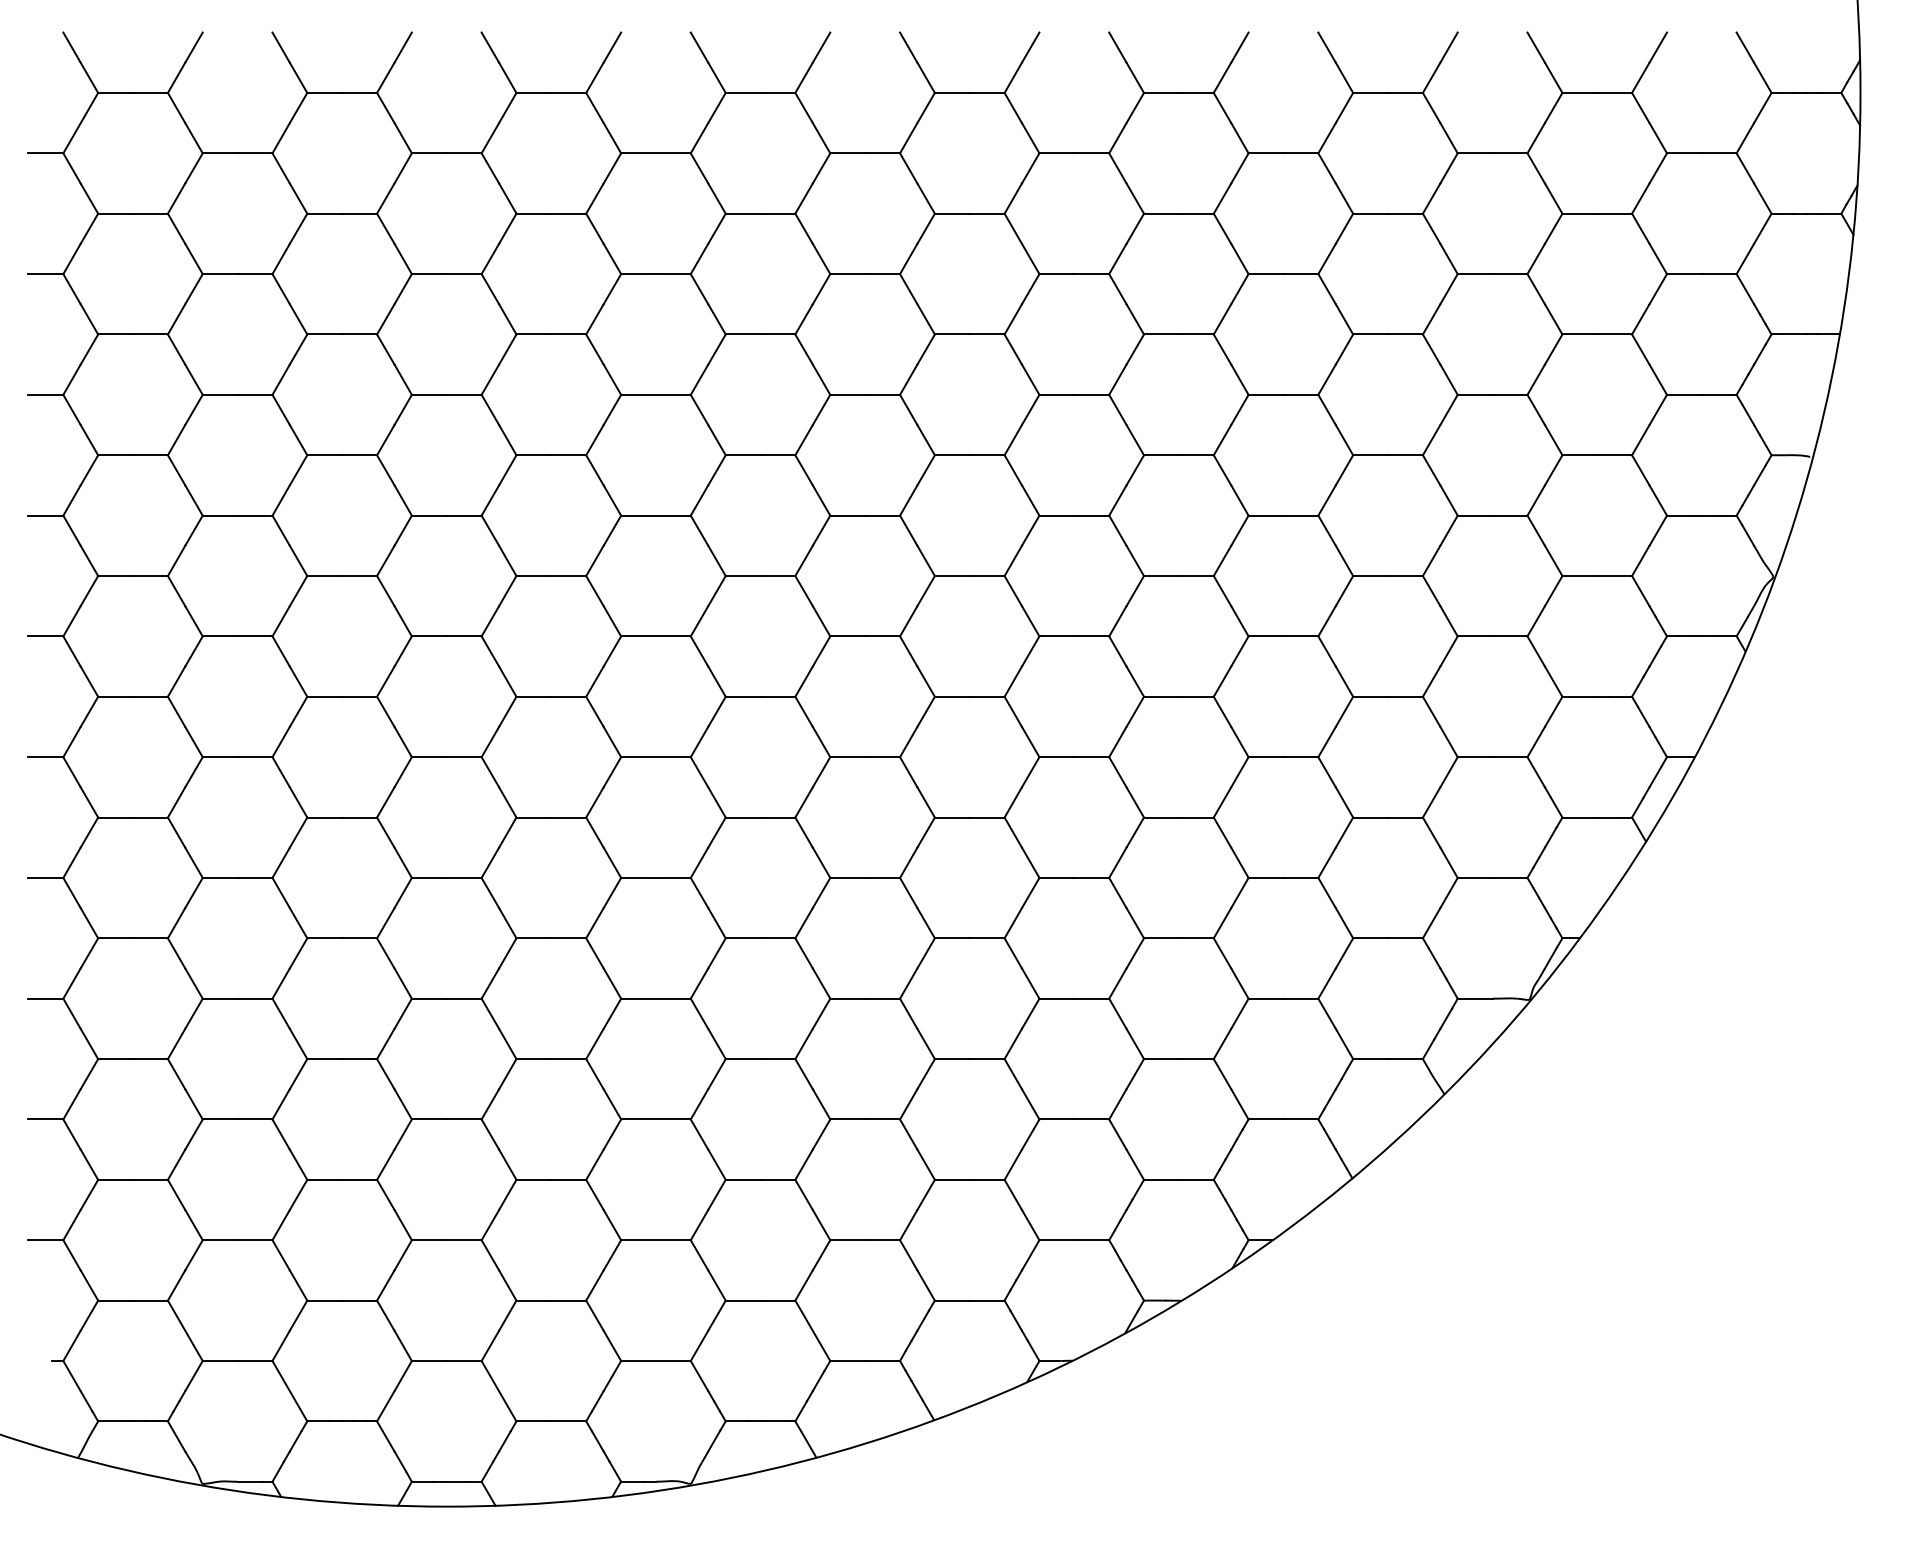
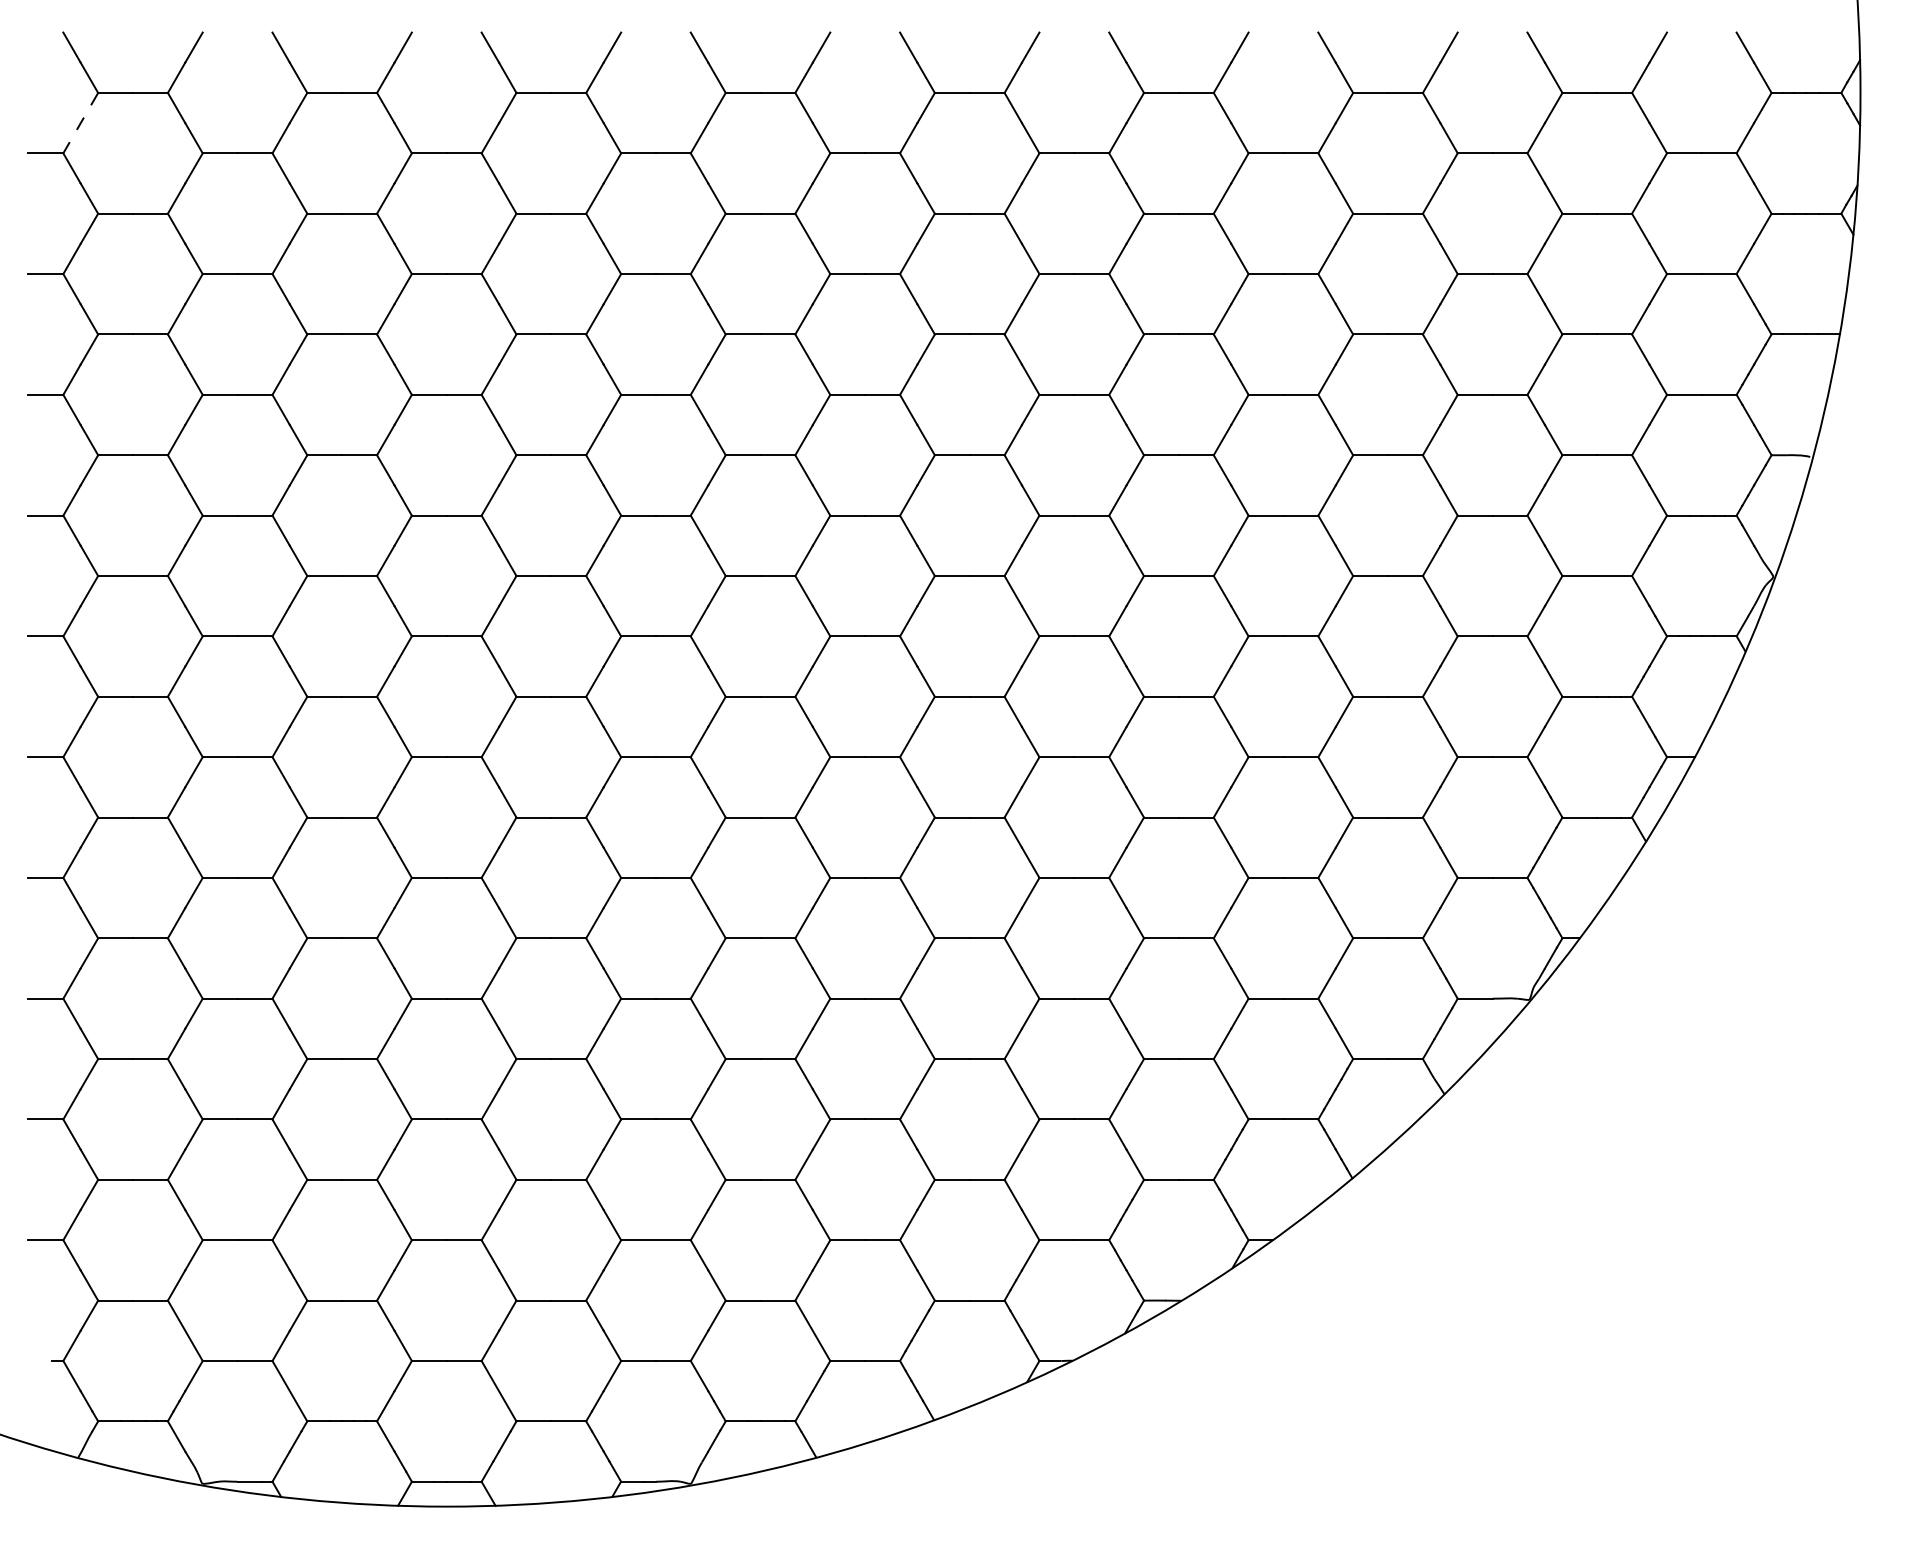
line at (80, 123): solid -> dashed
